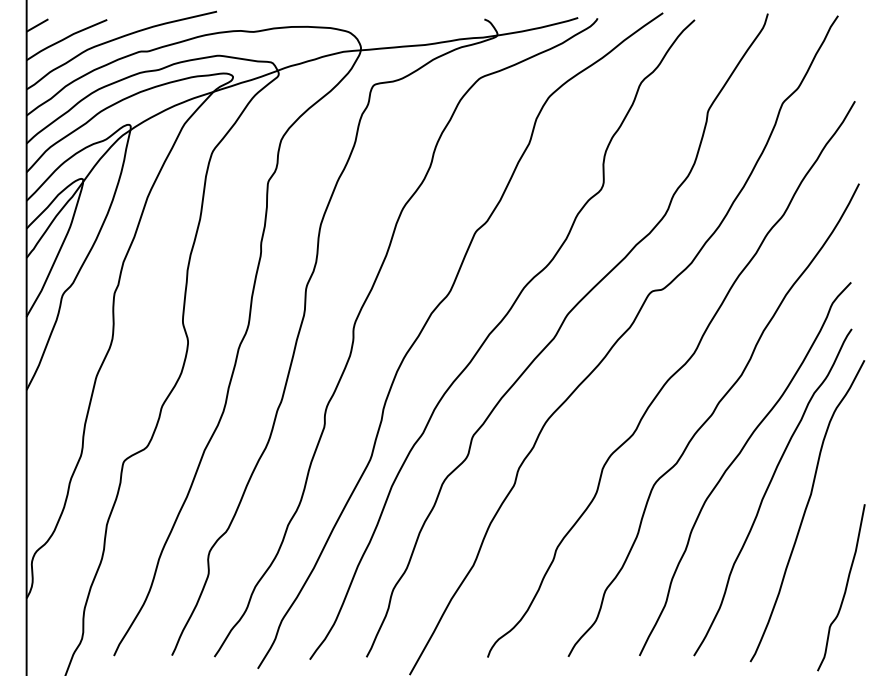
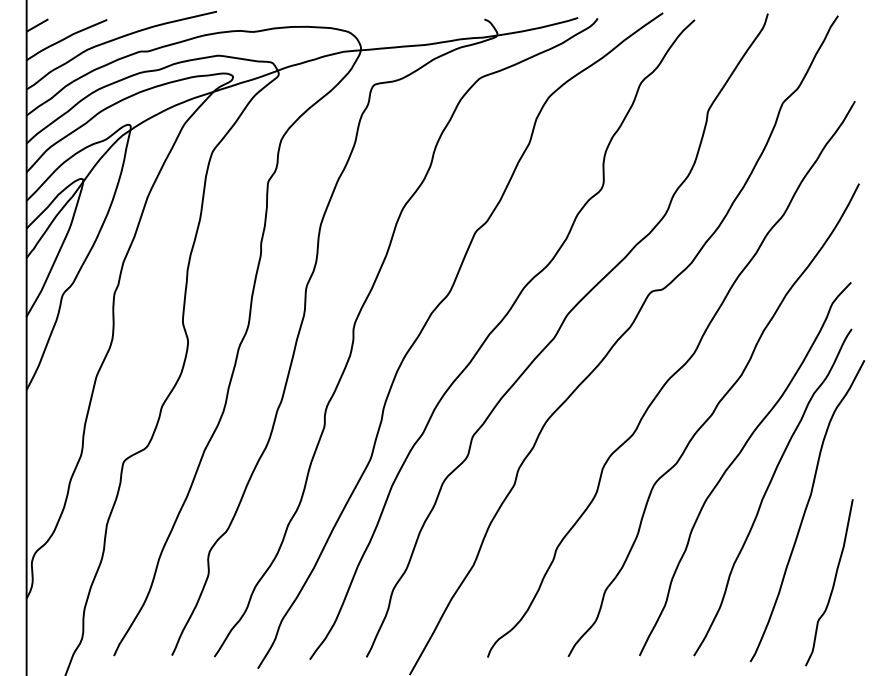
curve at (845, 587) position: (845, 587) -> (833, 582)
